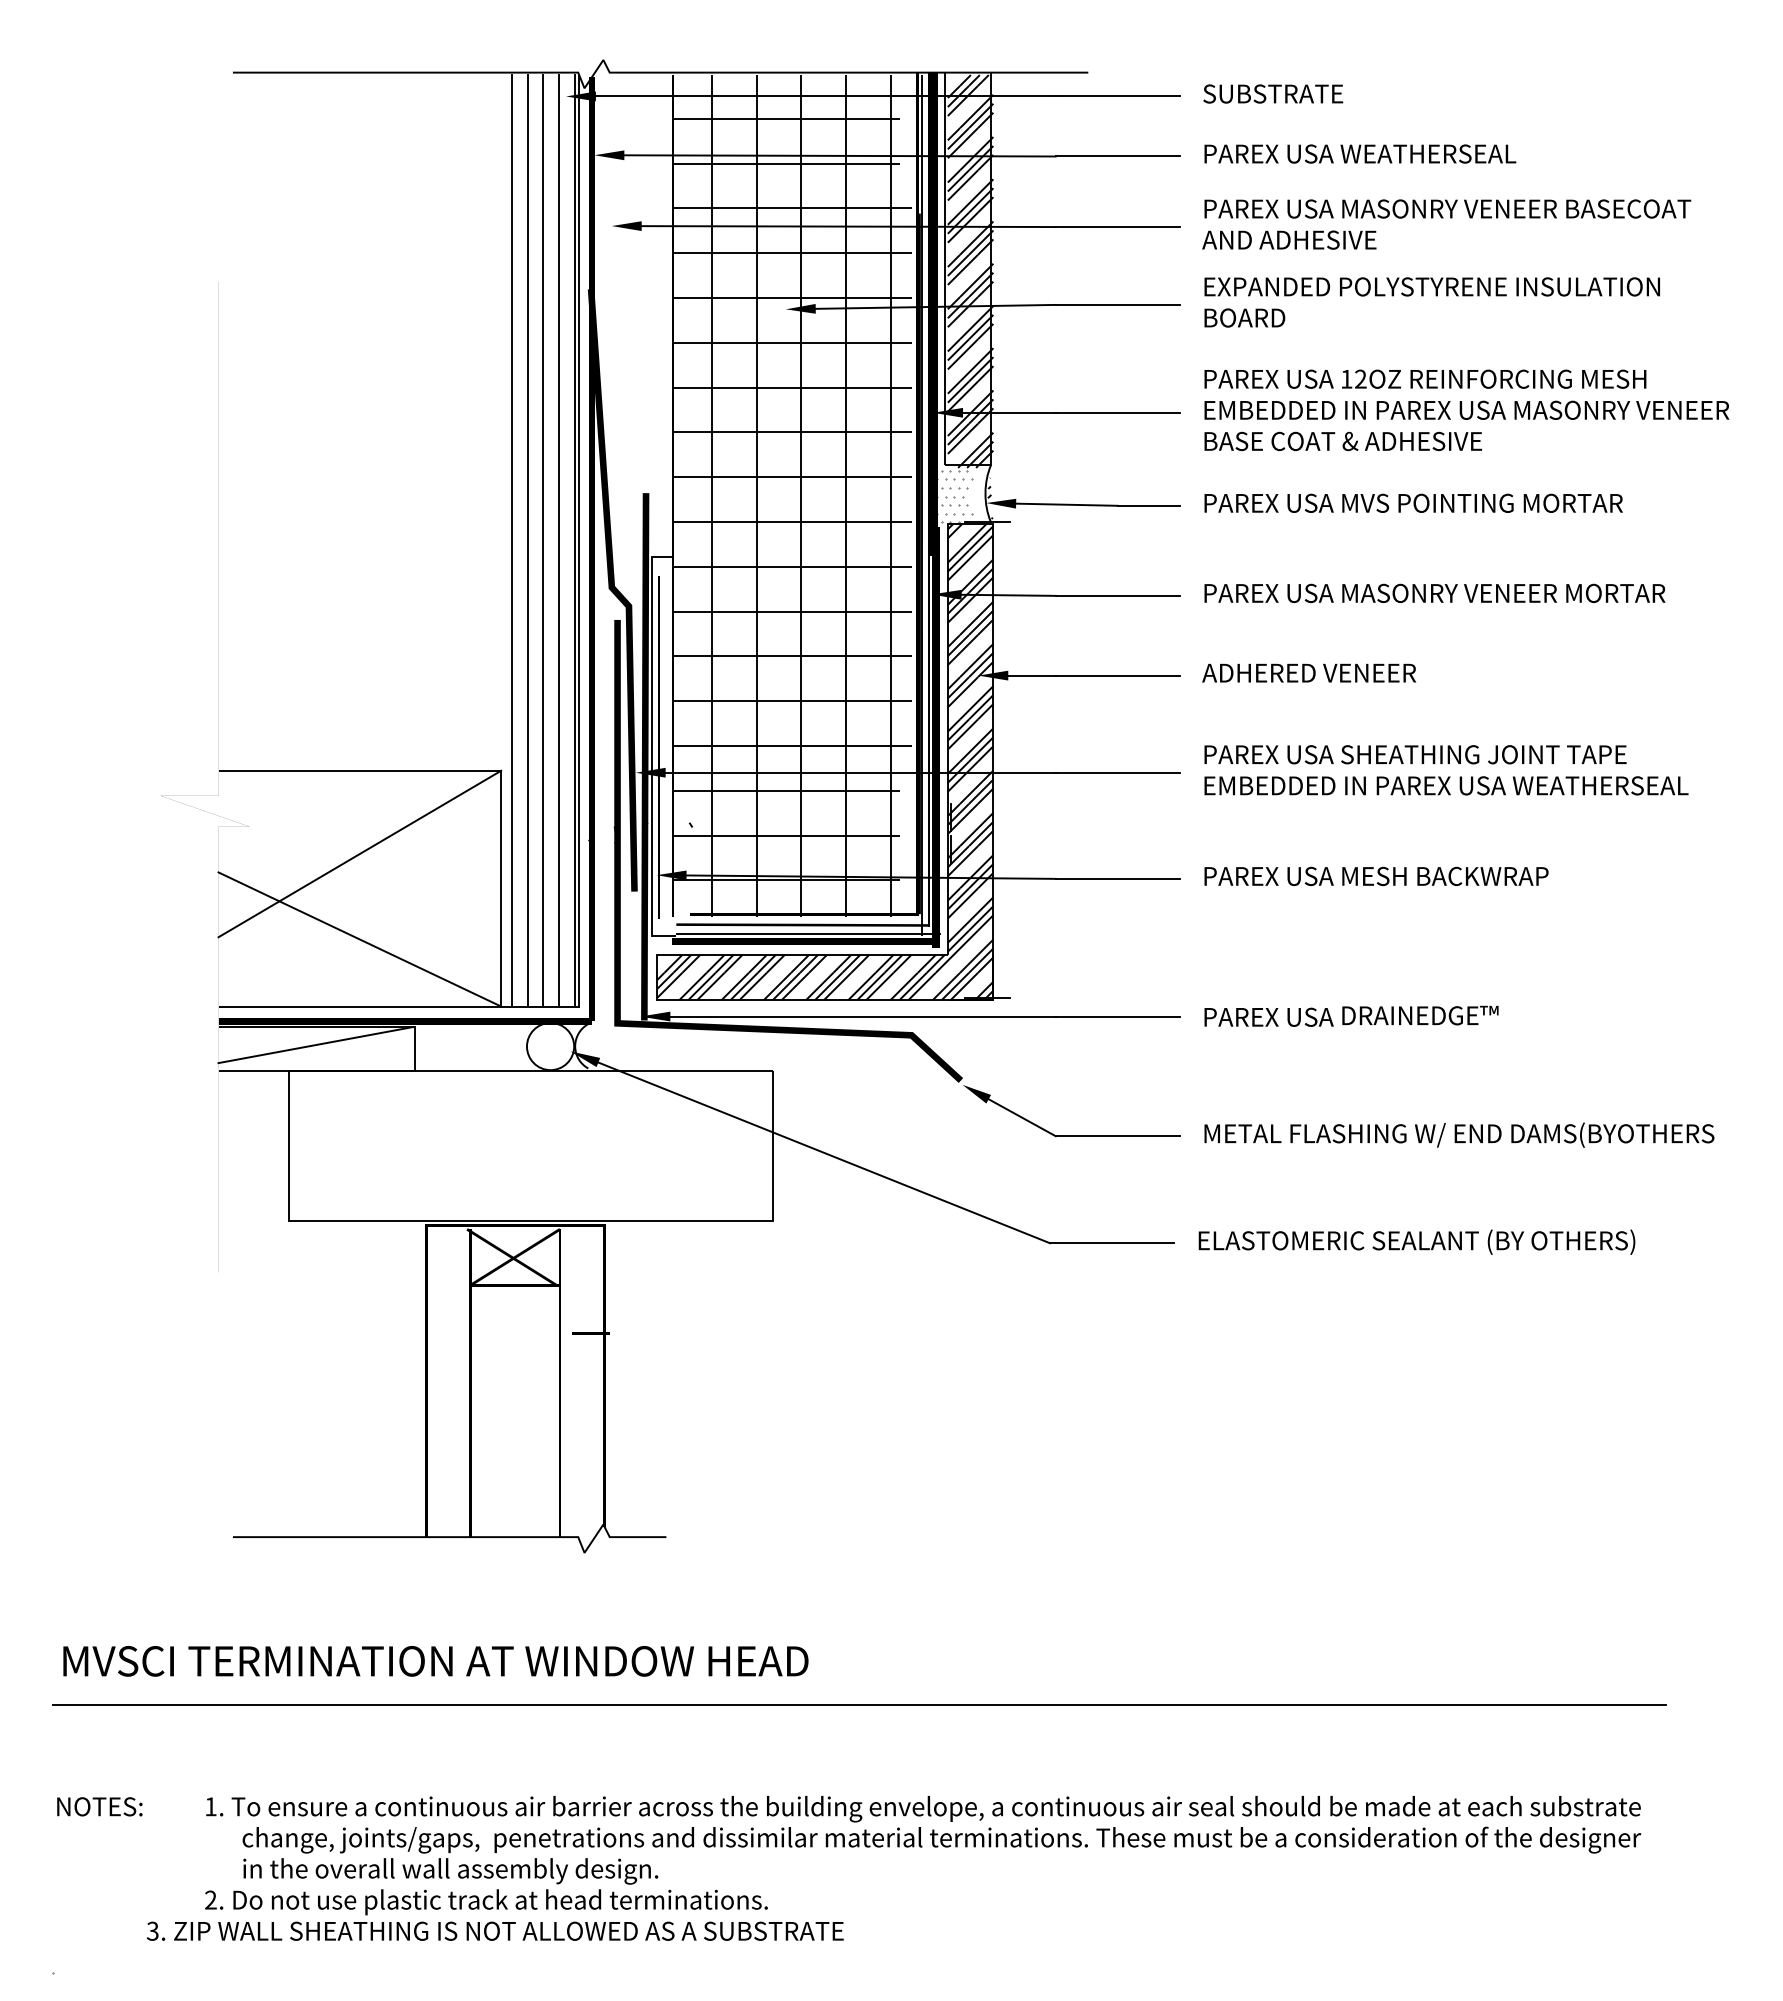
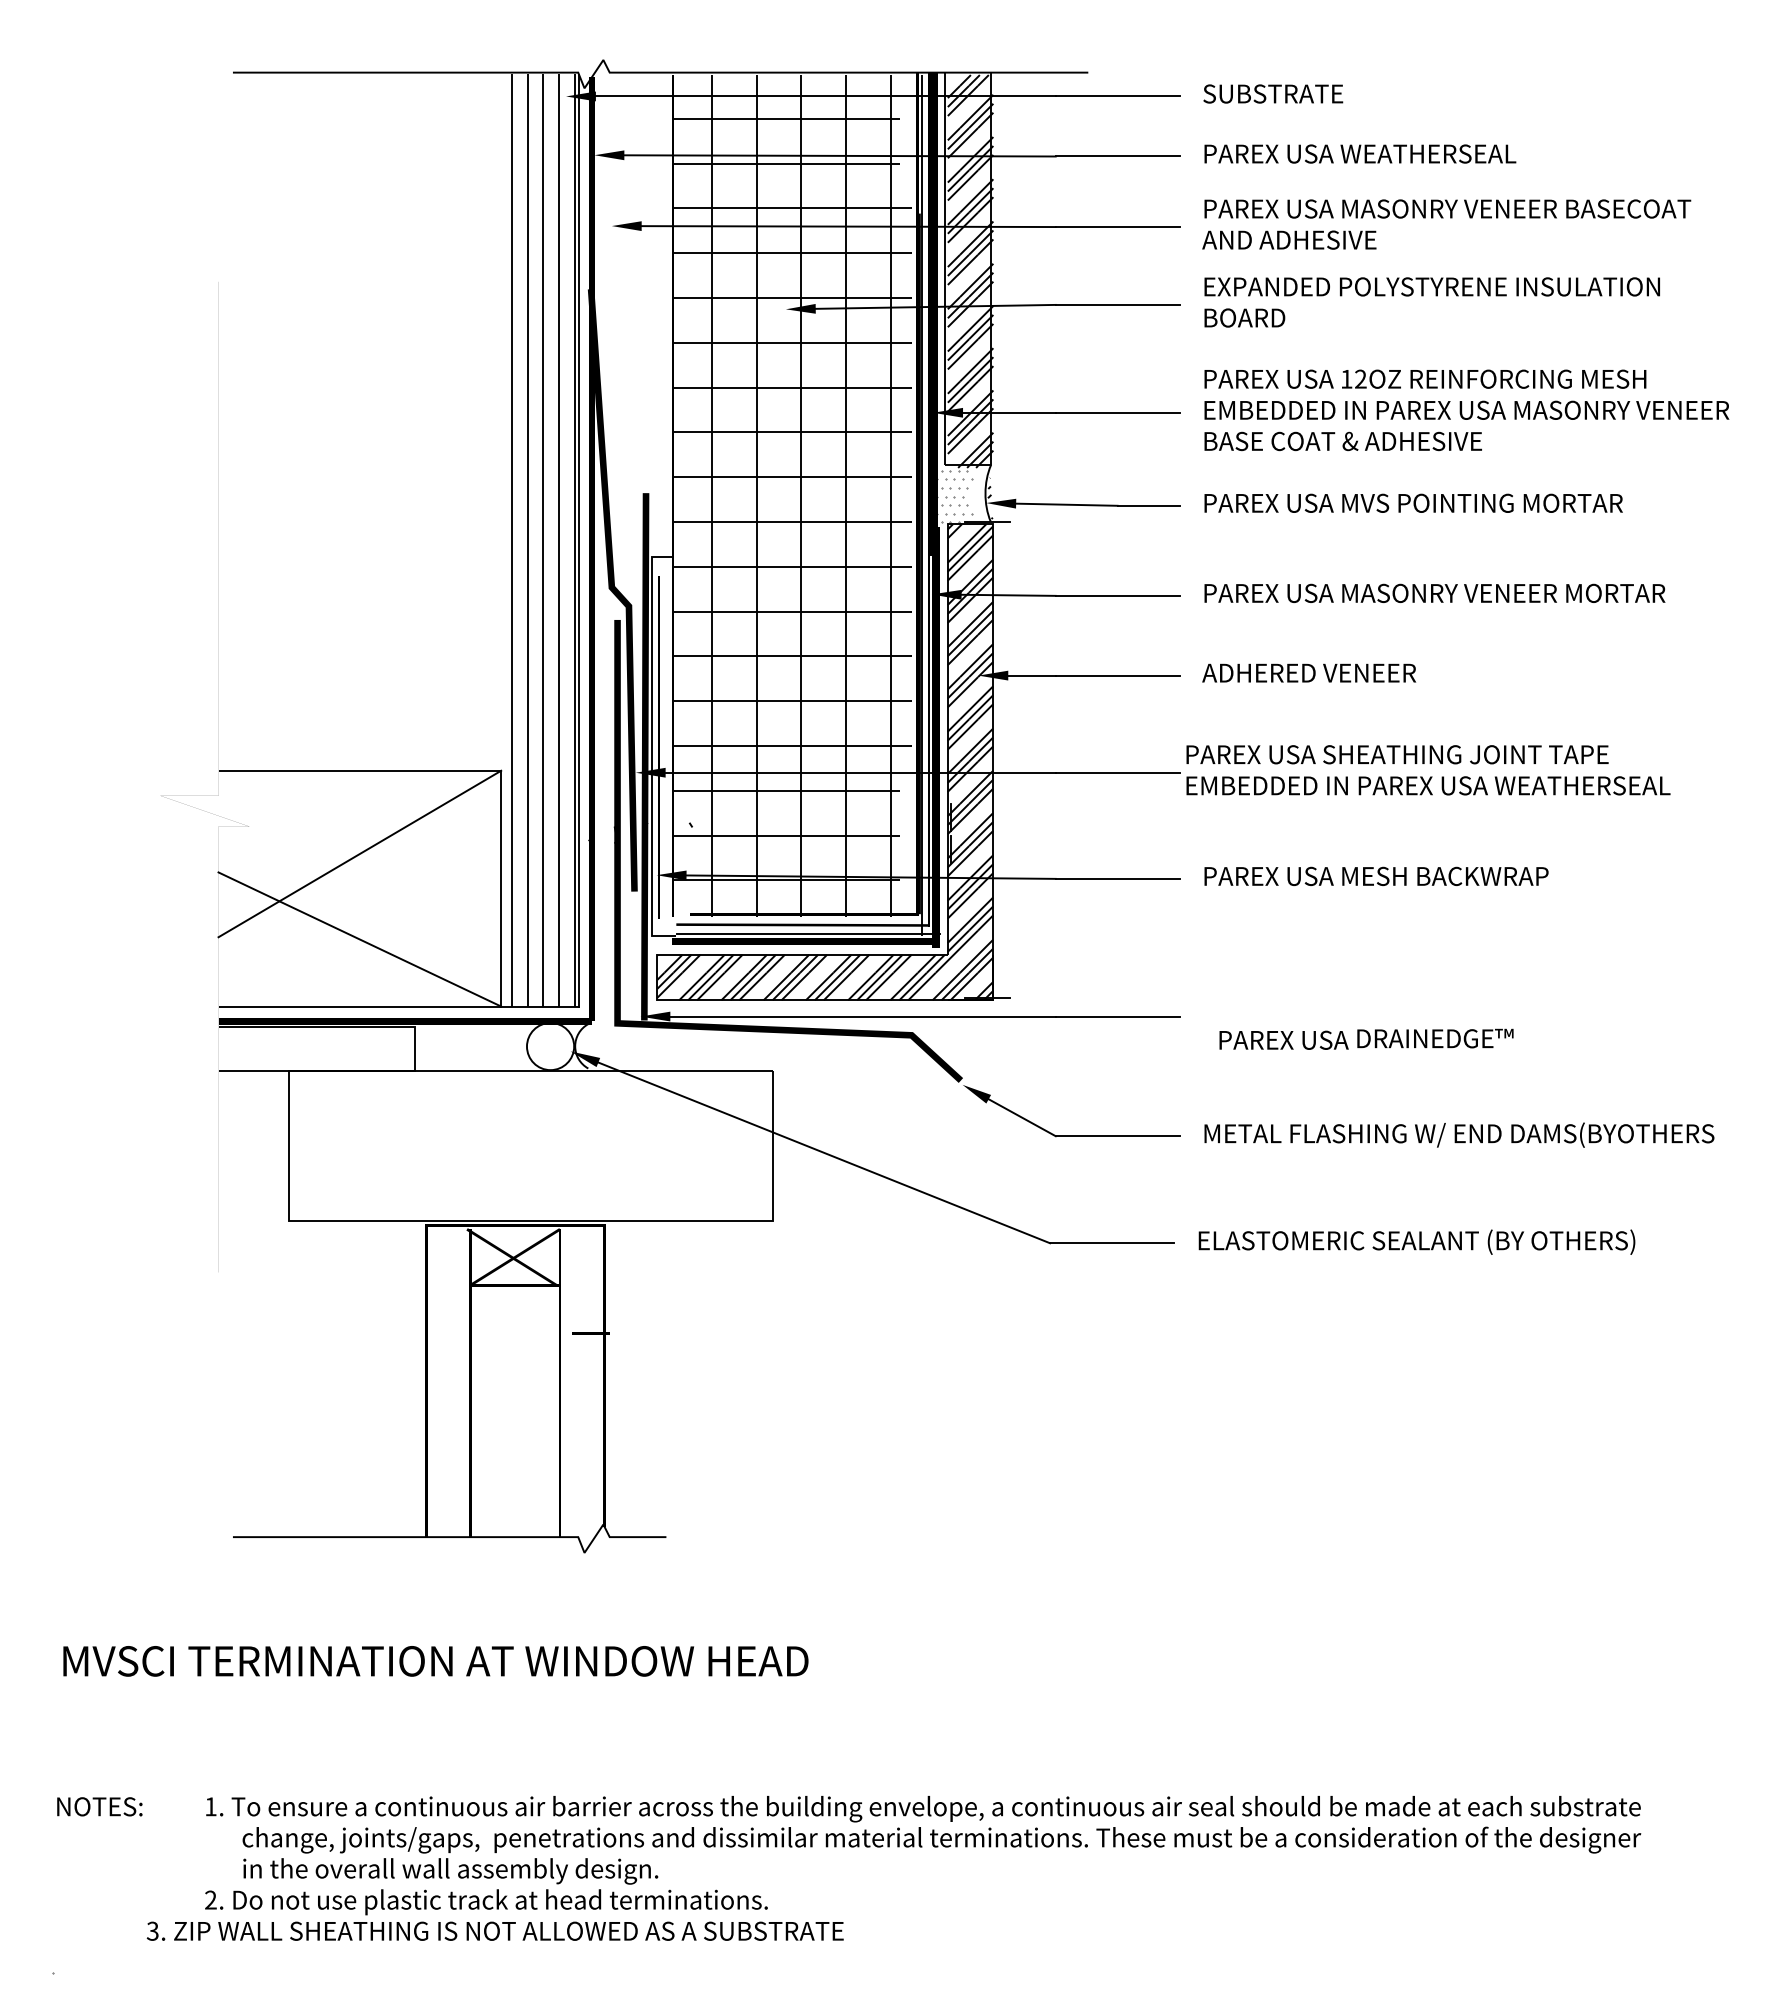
text at (1446, 770) position: (1446, 770) -> (1428, 770)
text at (1351, 1015) position: (1351, 1015) -> (1366, 1038)
line at (315, 1044): present -> none
line at (859, 1704): present -> none
